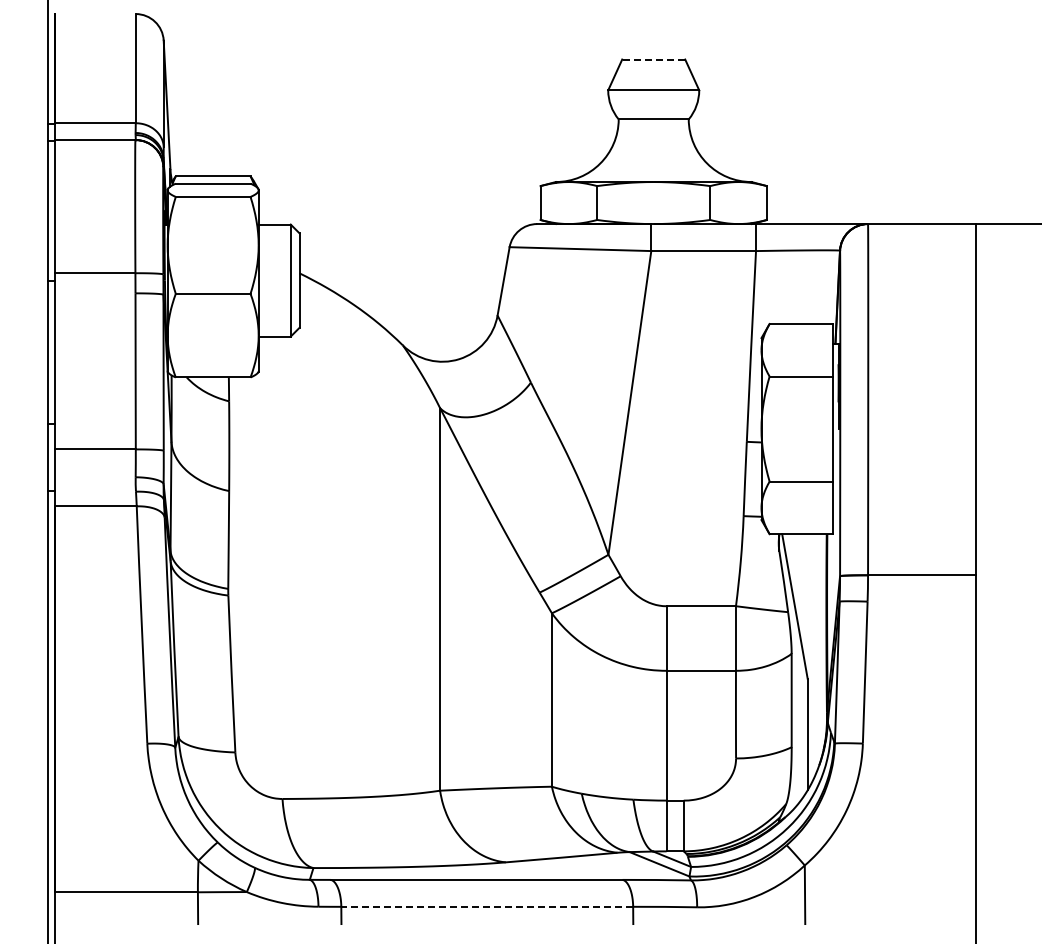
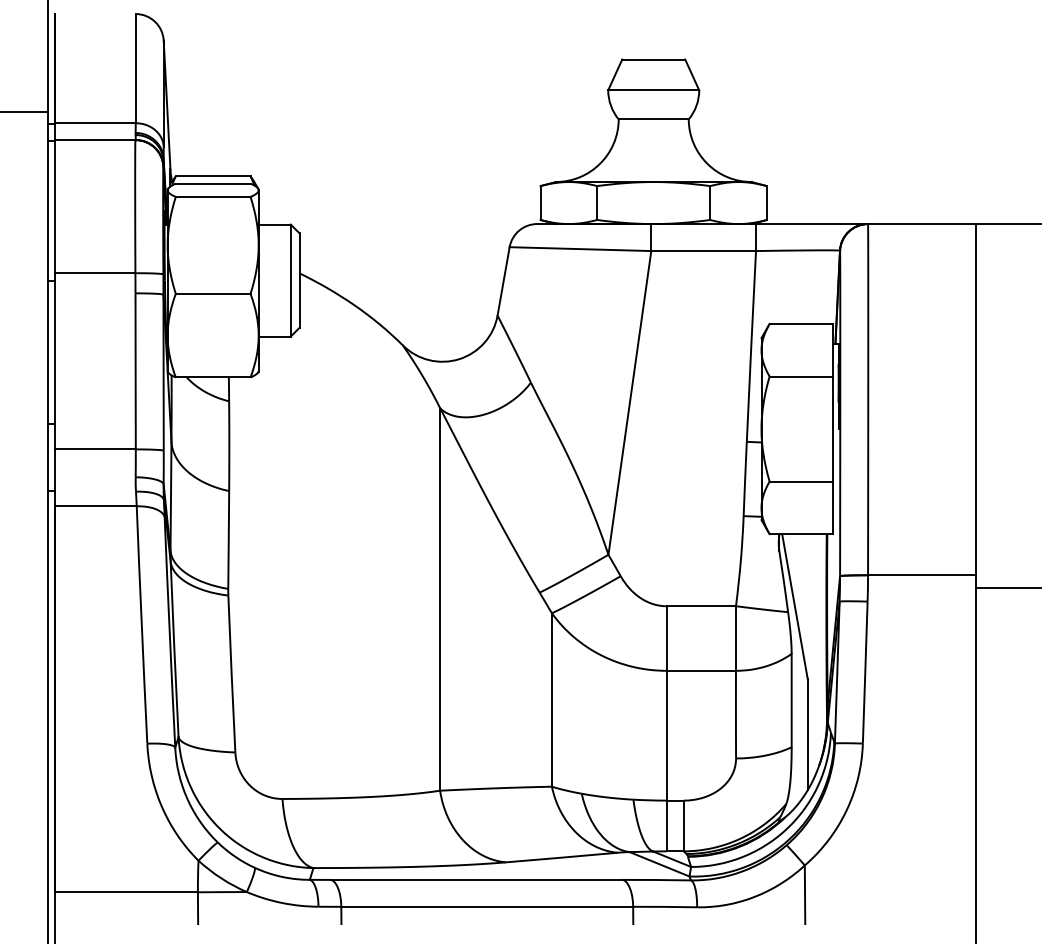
line at (653, 59): dashed -> solid
line at (24, 111): none -> present
line at (1006, 588): none -> present
line at (487, 906): dashed -> solid
